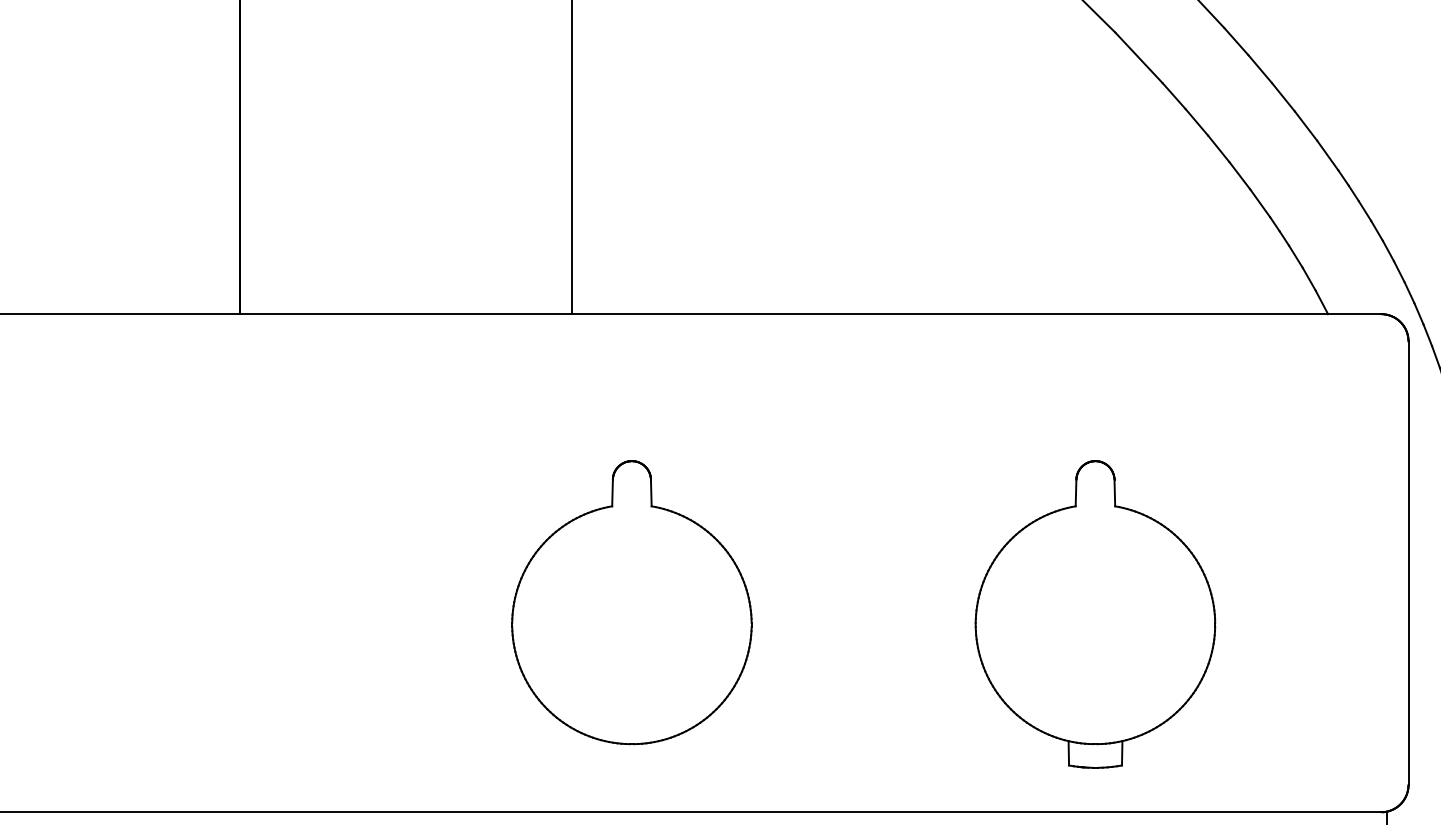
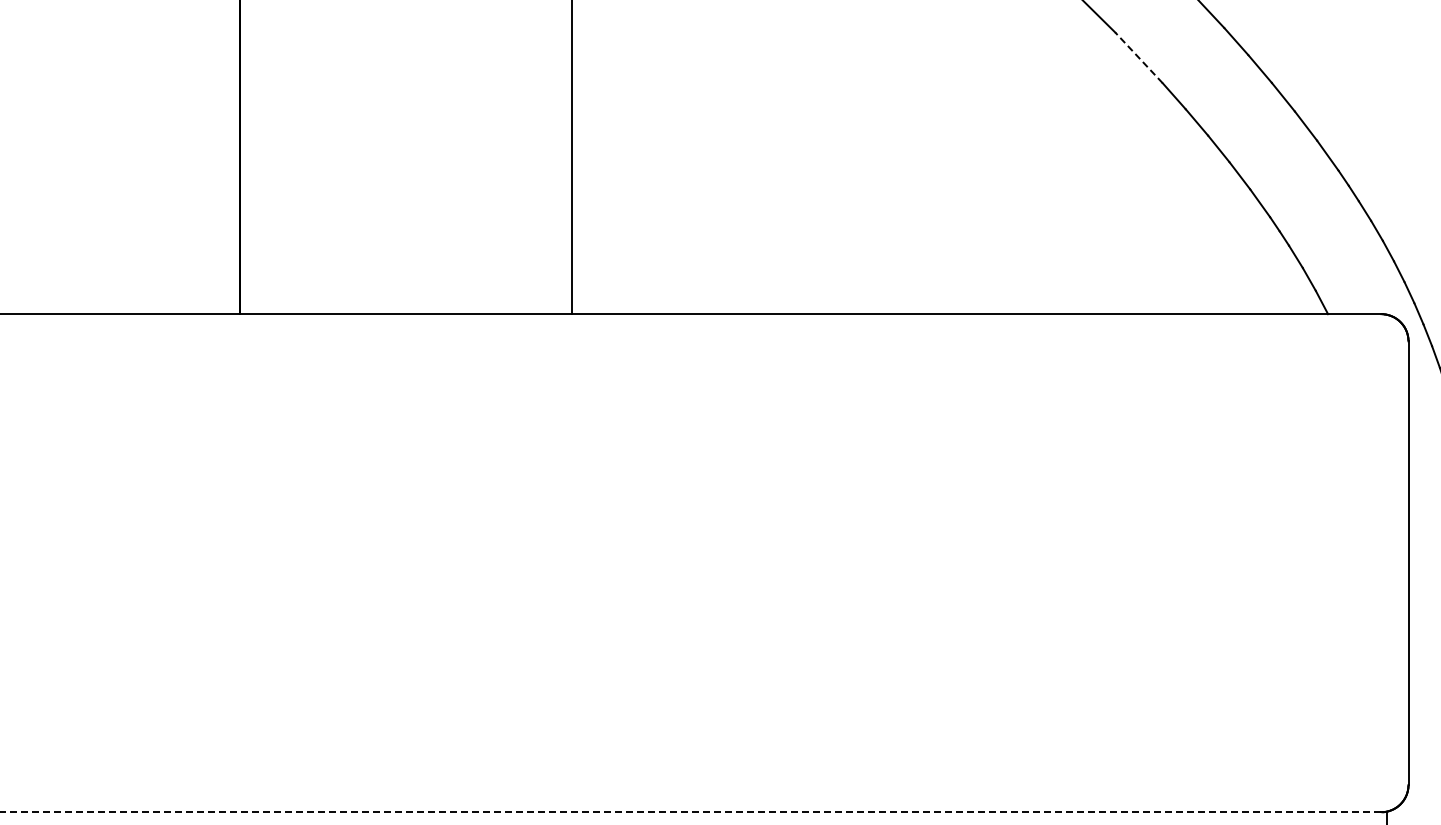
line at (1139, 57): solid -> dashed
part at (631, 602): present -> none
part at (1095, 614): present -> none
line at (690, 812): solid -> dashed
